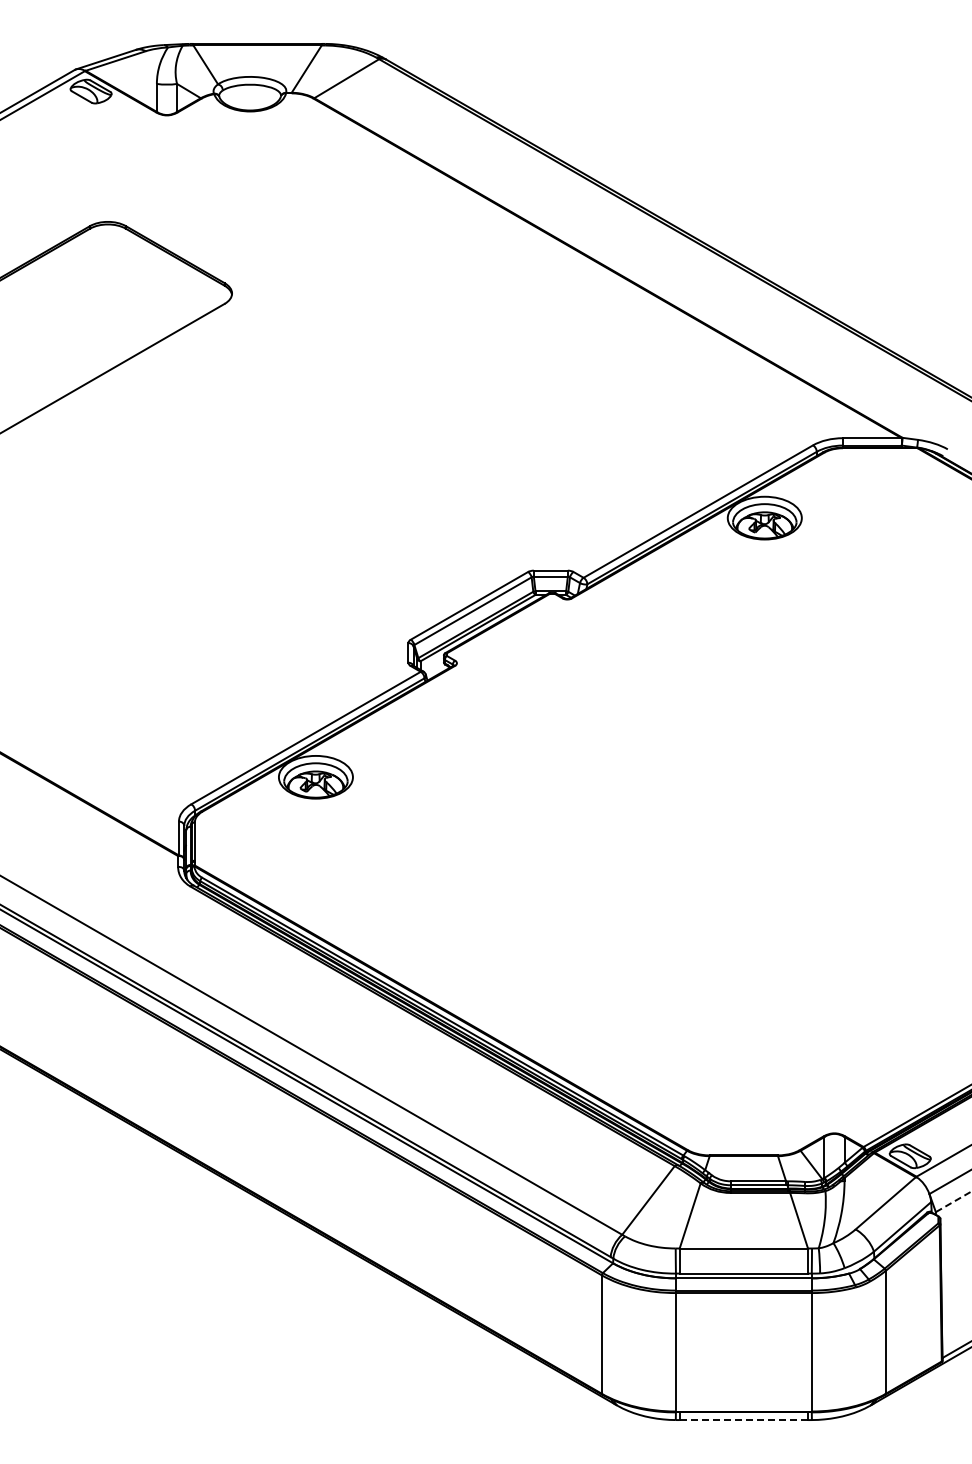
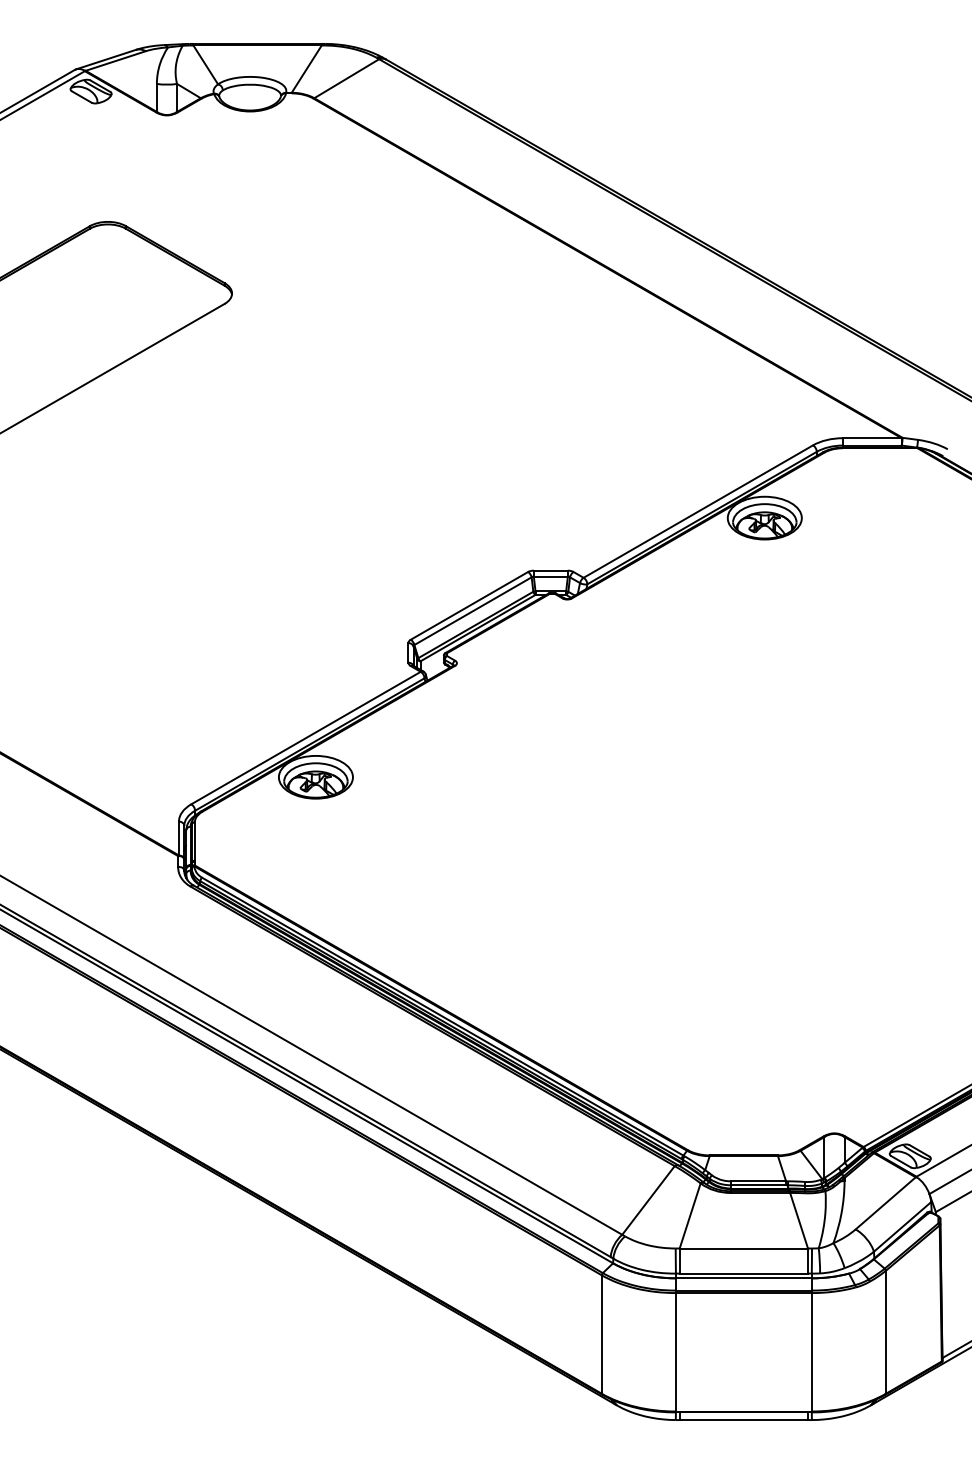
line at (954, 1201): dashed -> solid
line at (744, 1420): dashed -> solid
